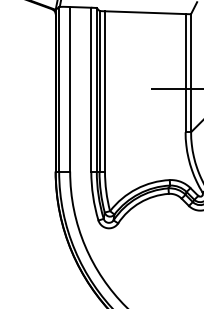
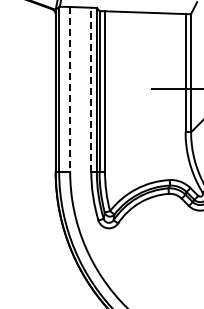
line at (70, 89): solid -> dashed
line at (91, 89): solid -> dashed
